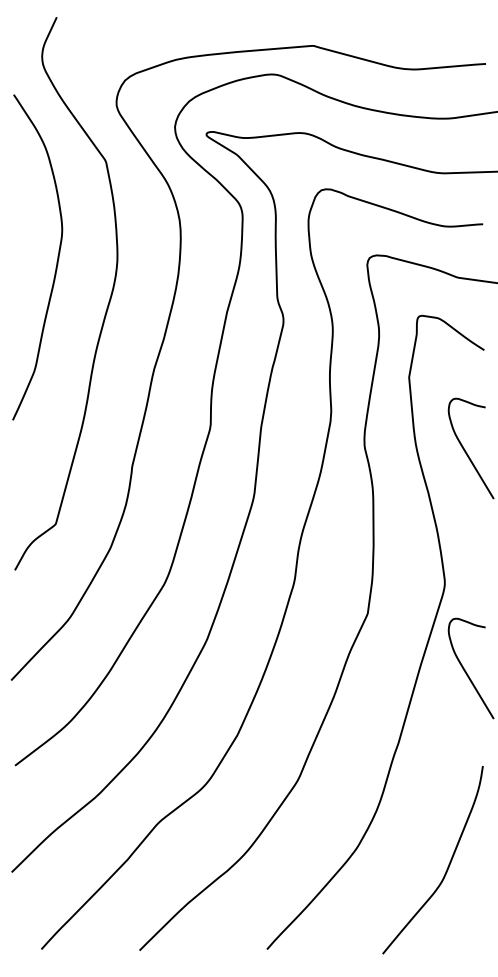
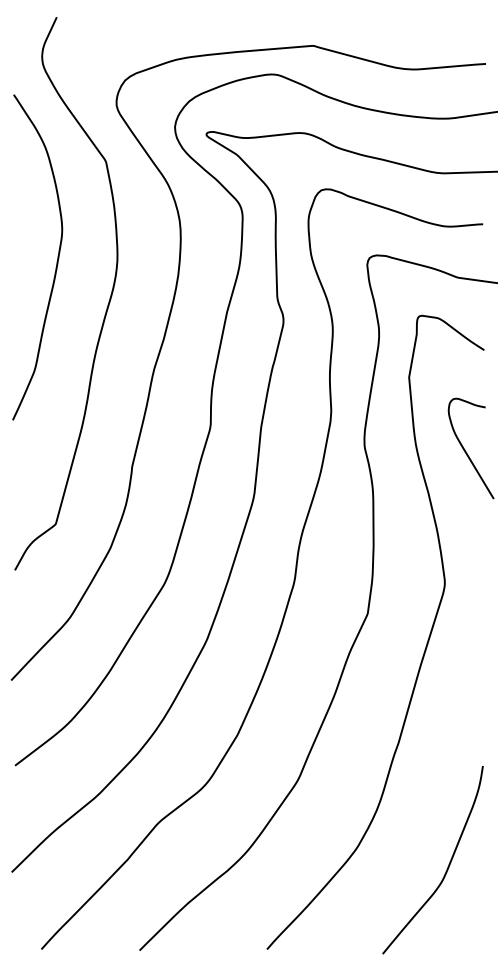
curve at (466, 671): present -> none
